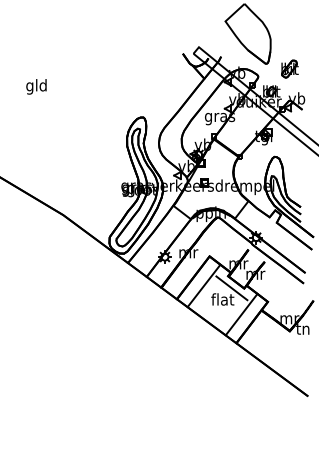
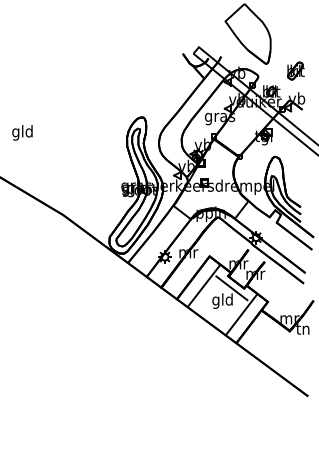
part at (289, 68) position: (289, 68) -> (295, 70)
text at (36, 86) position: (36, 86) -> (22, 132)
text at (222, 300): flat -> gld
